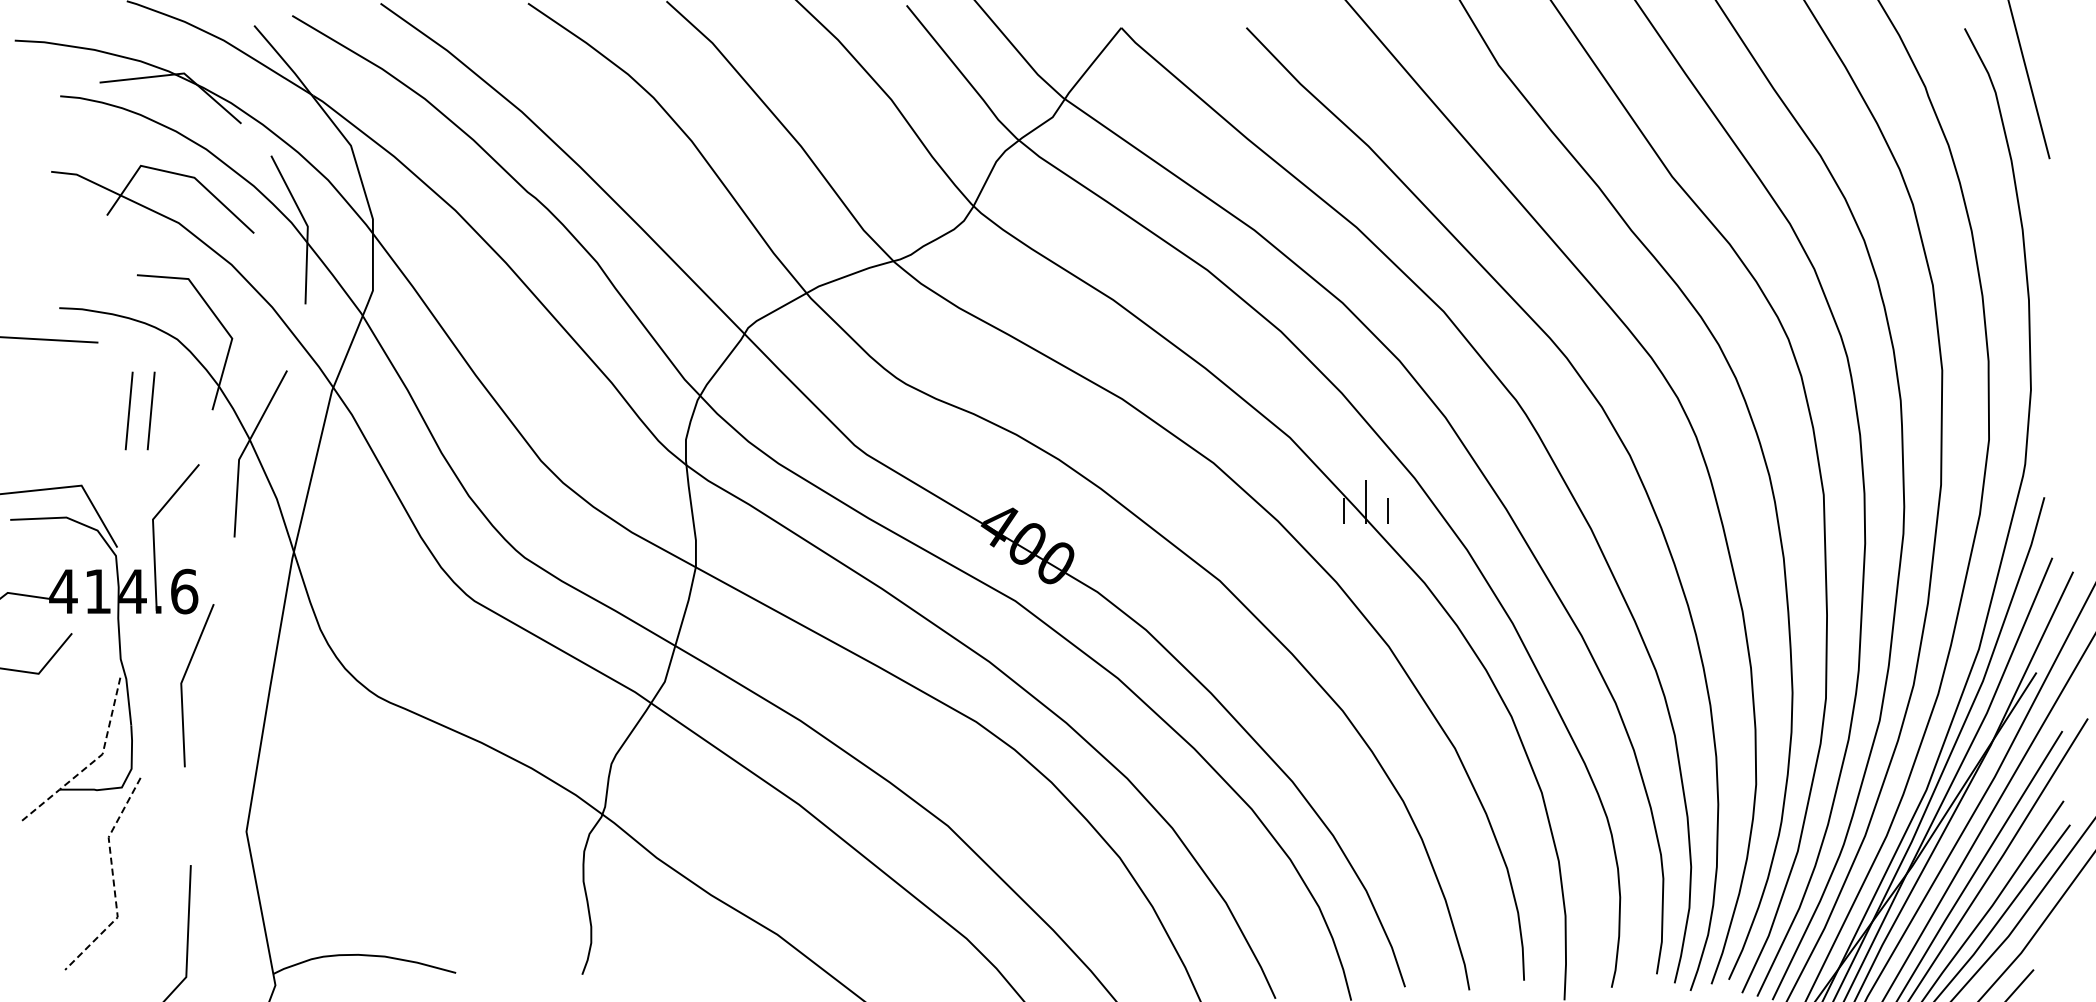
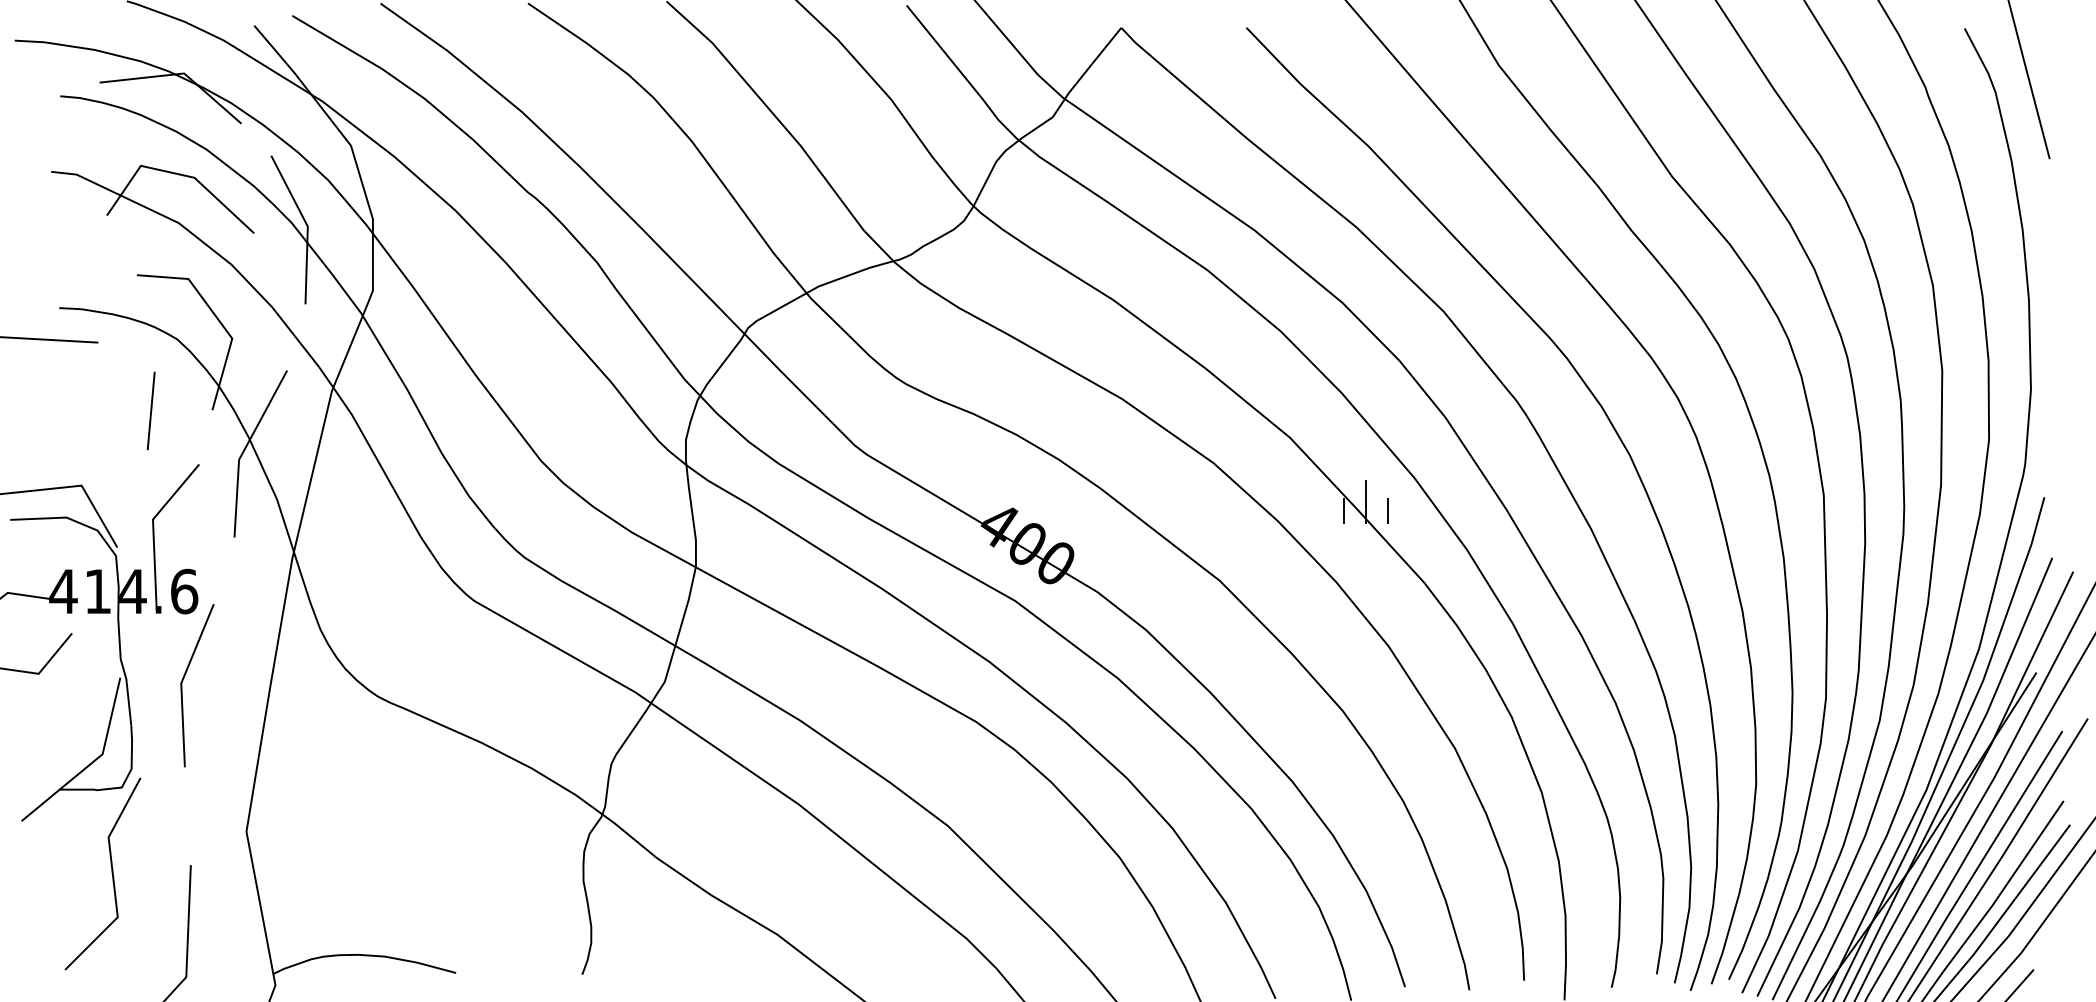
line at (128, 410): present -> none
line at (91, 763): dashed -> solid
line at (113, 880): dashed -> solid
